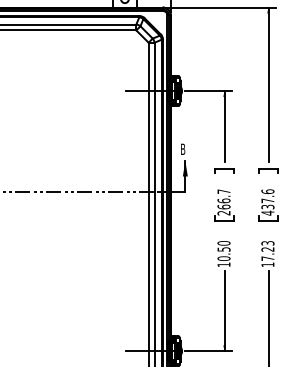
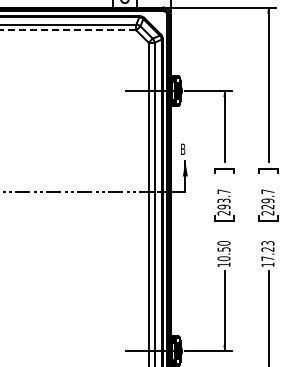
line at (68, 30): solid -> dashed
text at (267, 202): 437.6 -> 229.7
text at (223, 203): 266.7 -> 293.7
